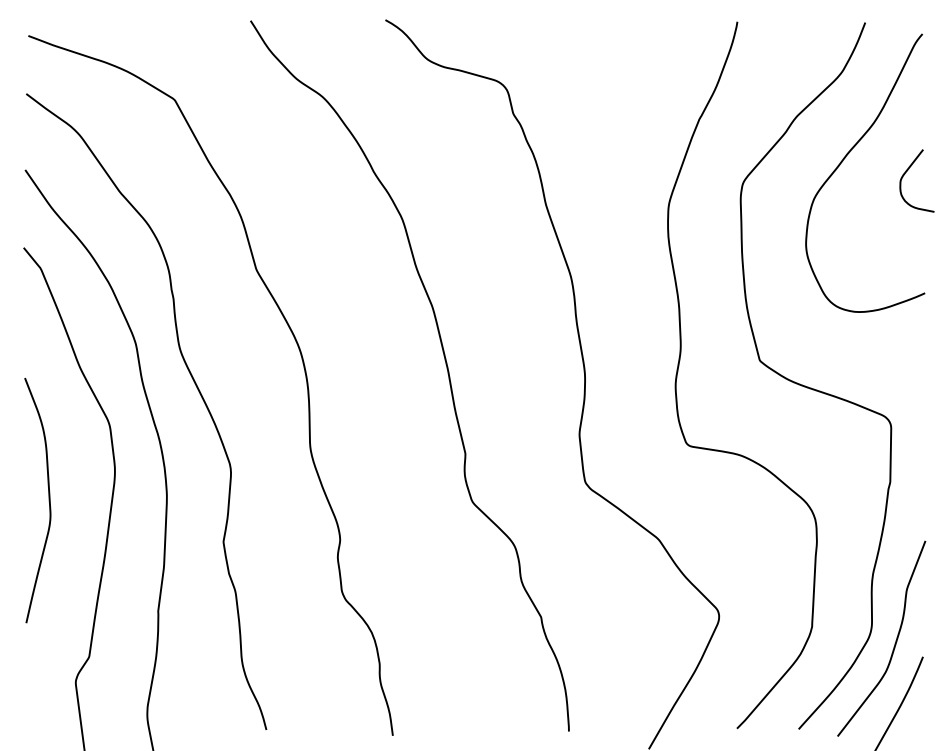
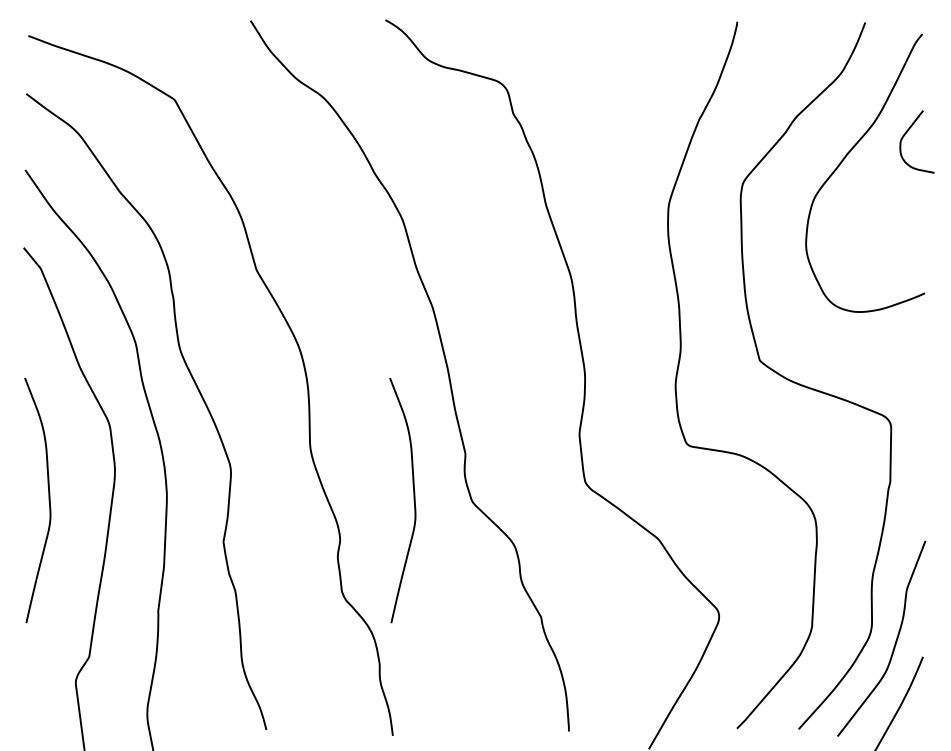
curve at (905, 174) position: (905, 174) -> (905, 135)
curve at (413, 500): none -> present
